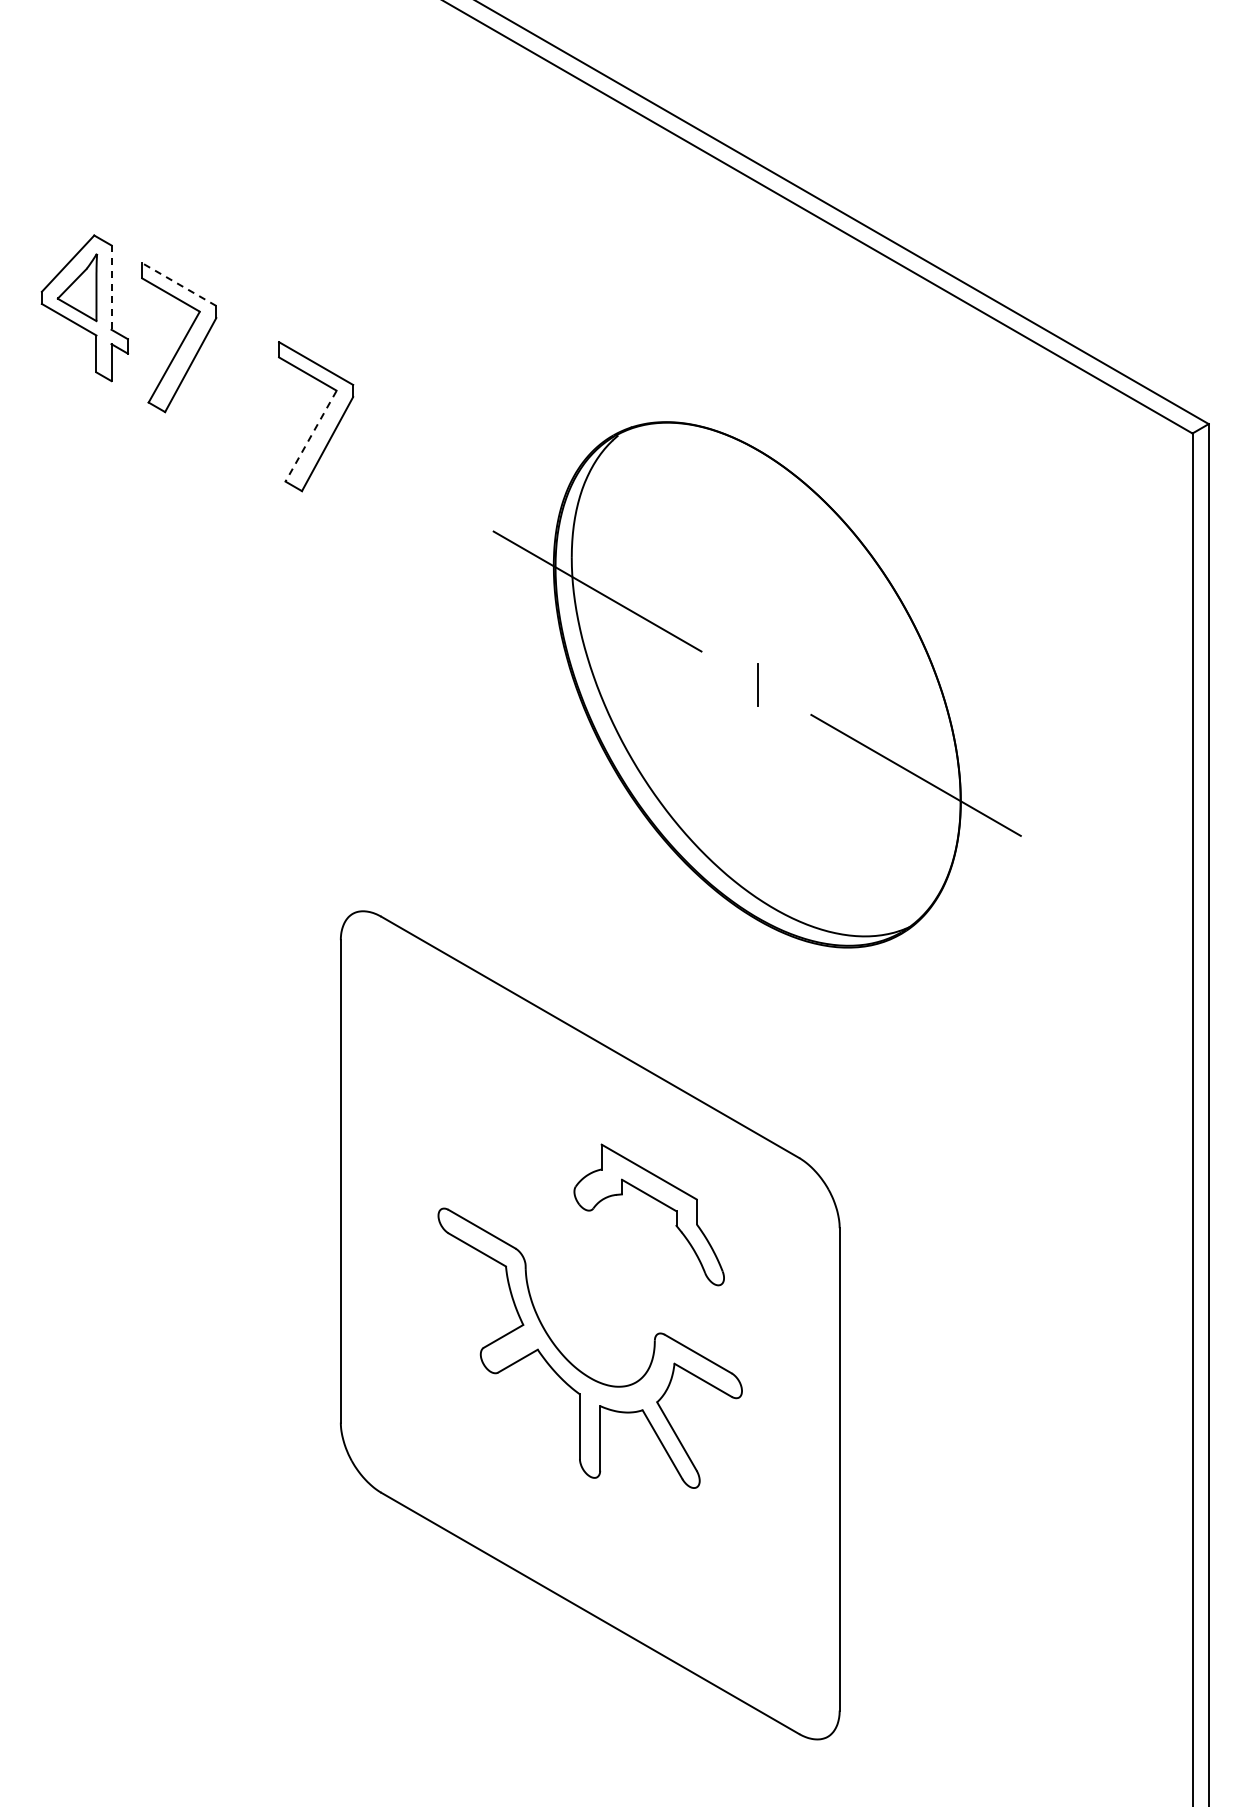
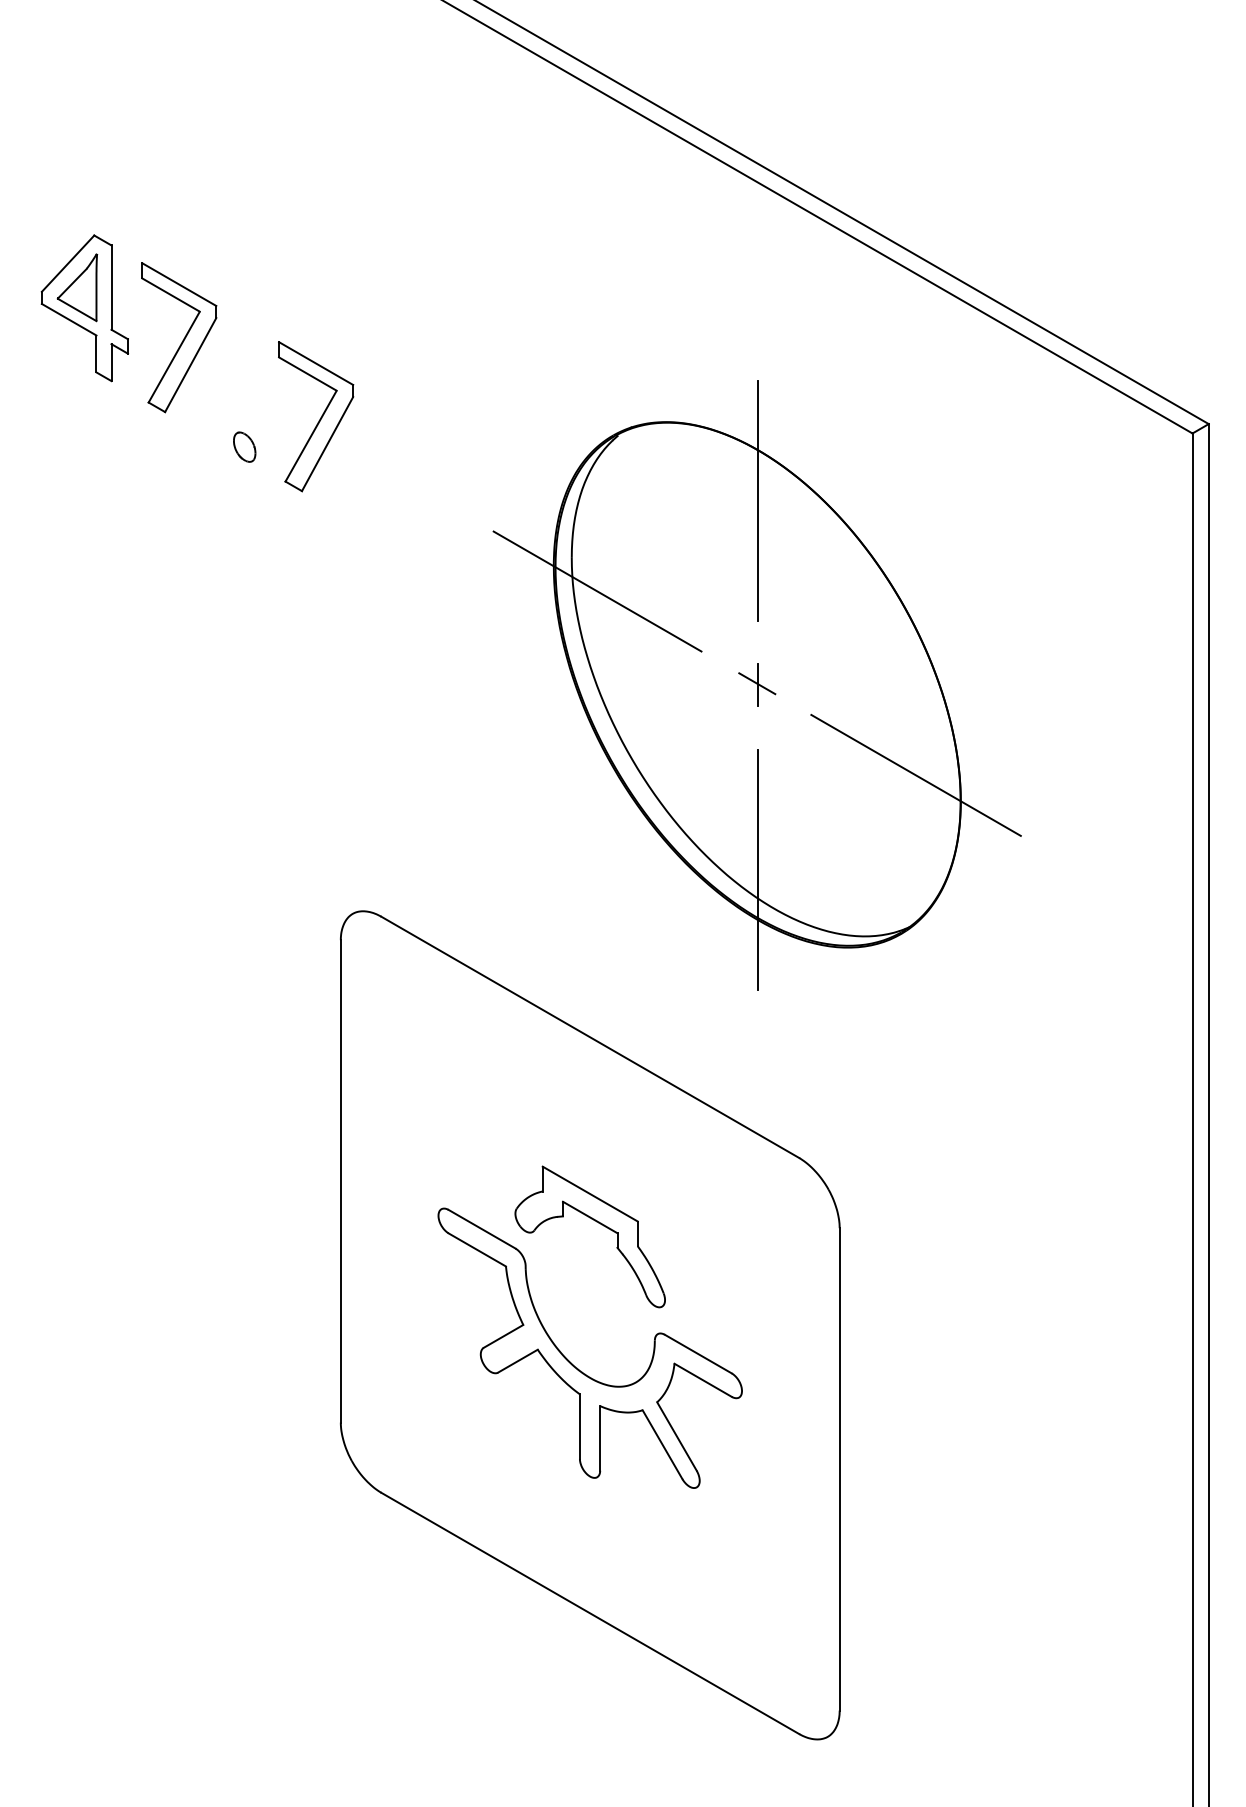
line at (179, 284): dashed -> solid
line at (111, 288): dashed -> solid
line at (311, 436): dashed -> solid
part at (244, 446): none -> present
line at (758, 500): none -> present
line at (757, 683): none -> present
line at (758, 869): none -> present
part at (655, 1200) position: (655, 1200) -> (596, 1222)
